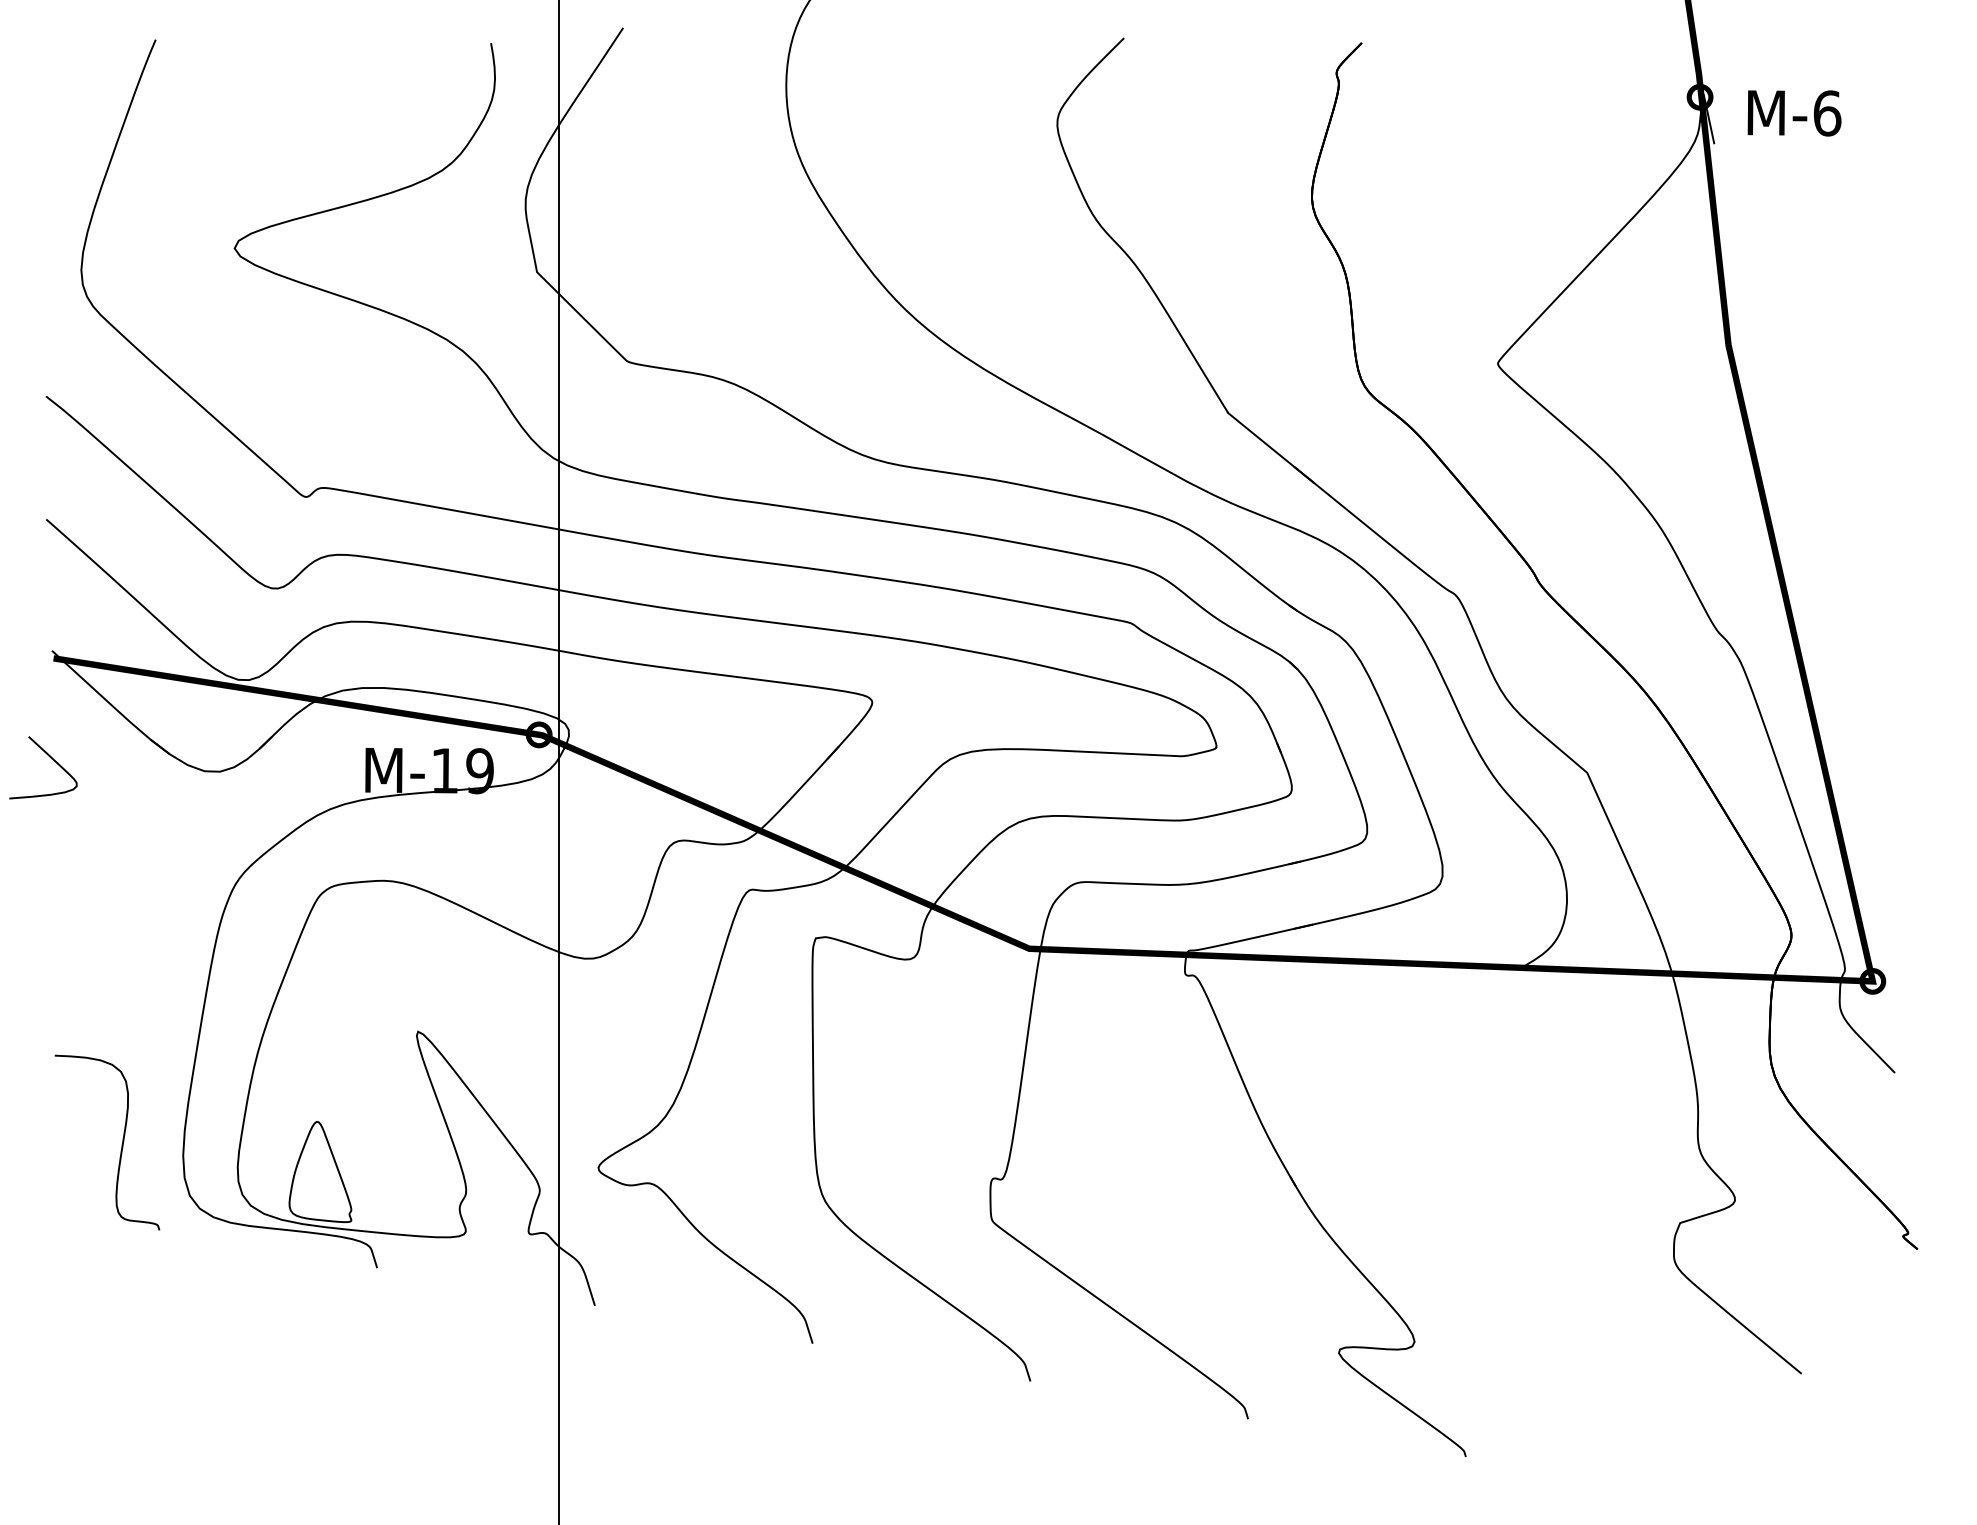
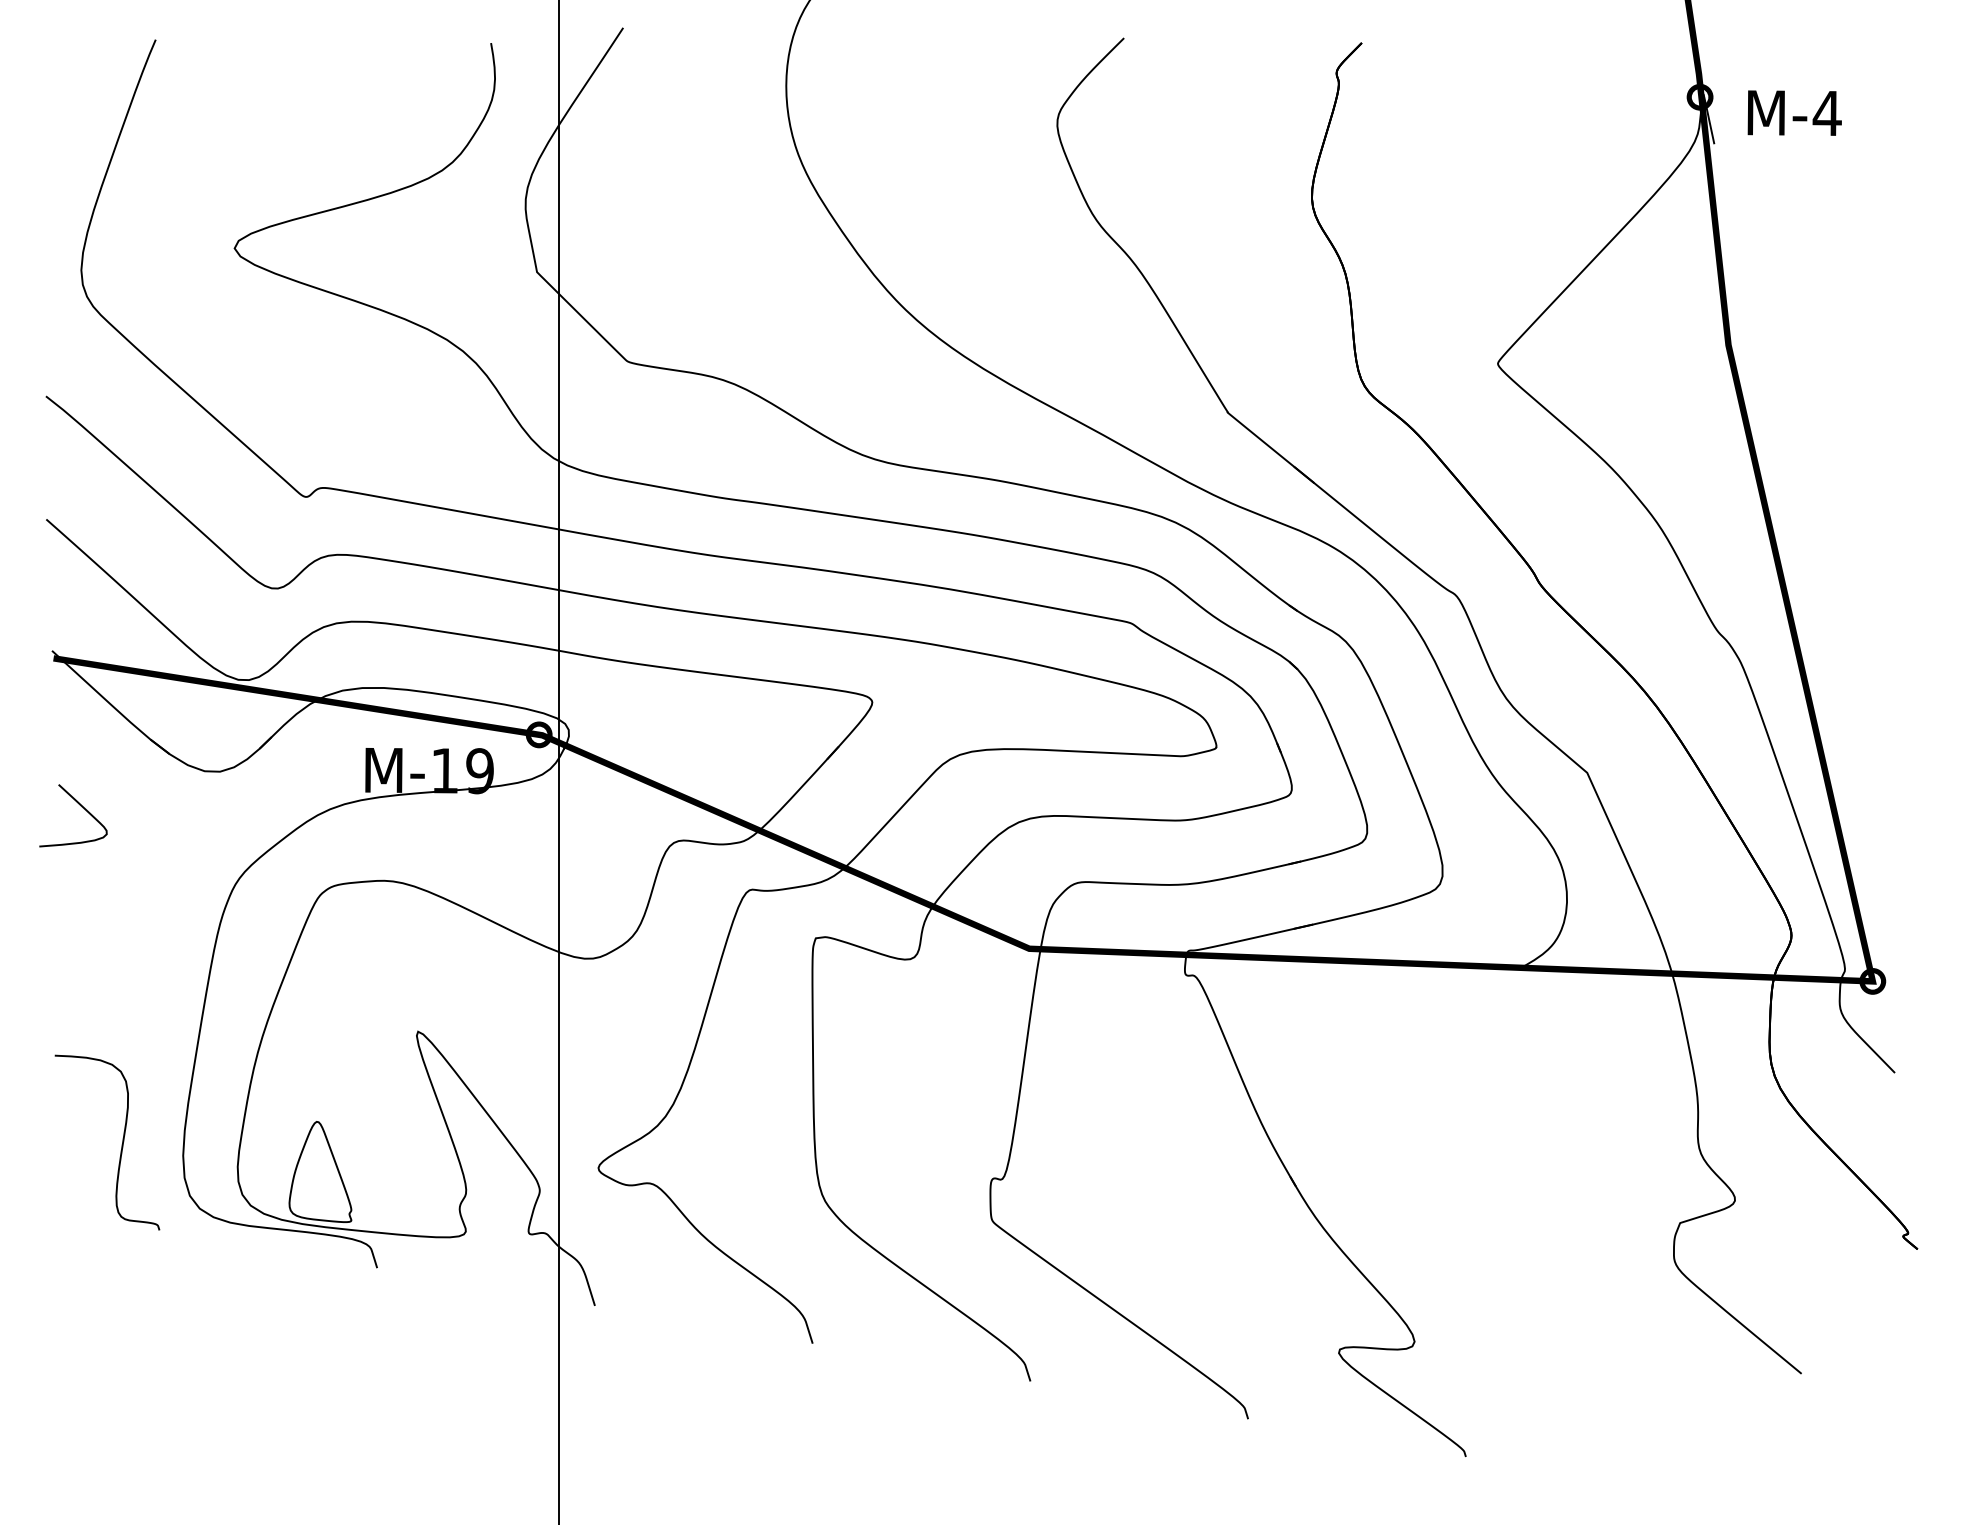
text at (1826, 113): M-6 -> M-4
curve at (51, 759) position: (51, 759) -> (81, 807)
